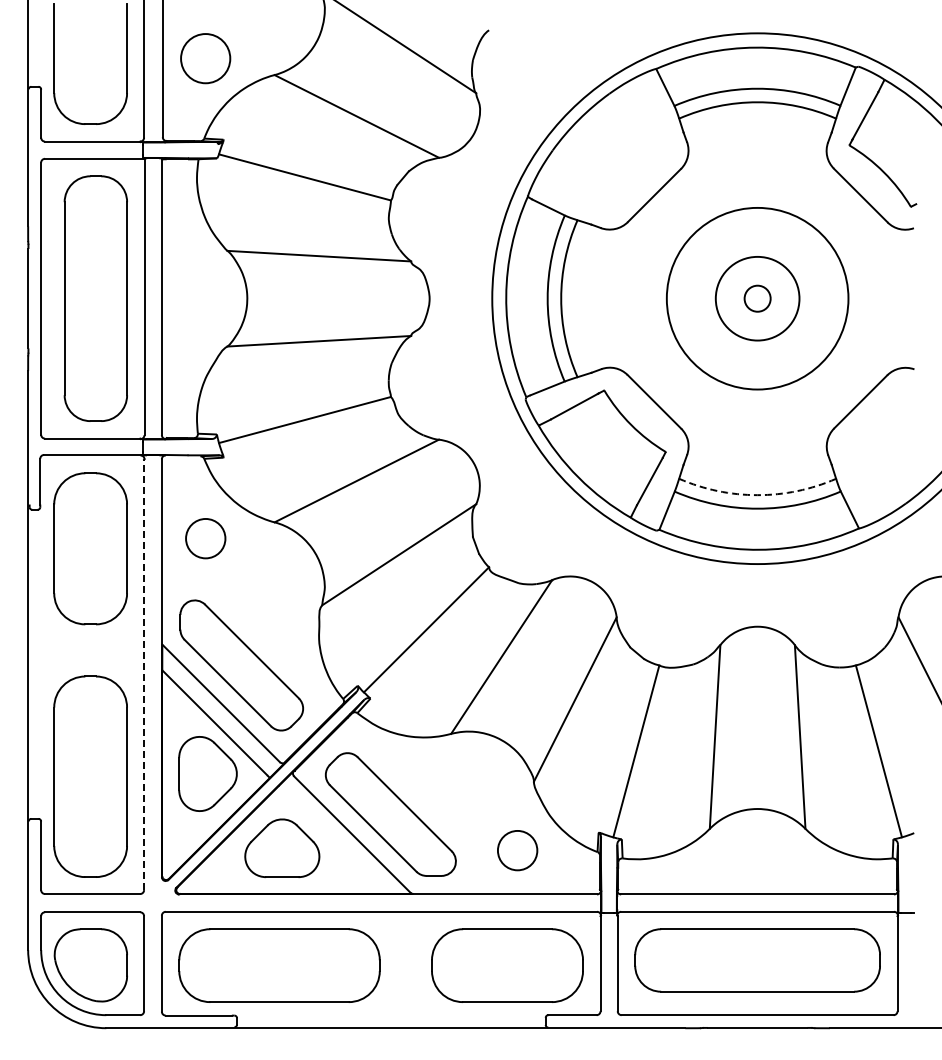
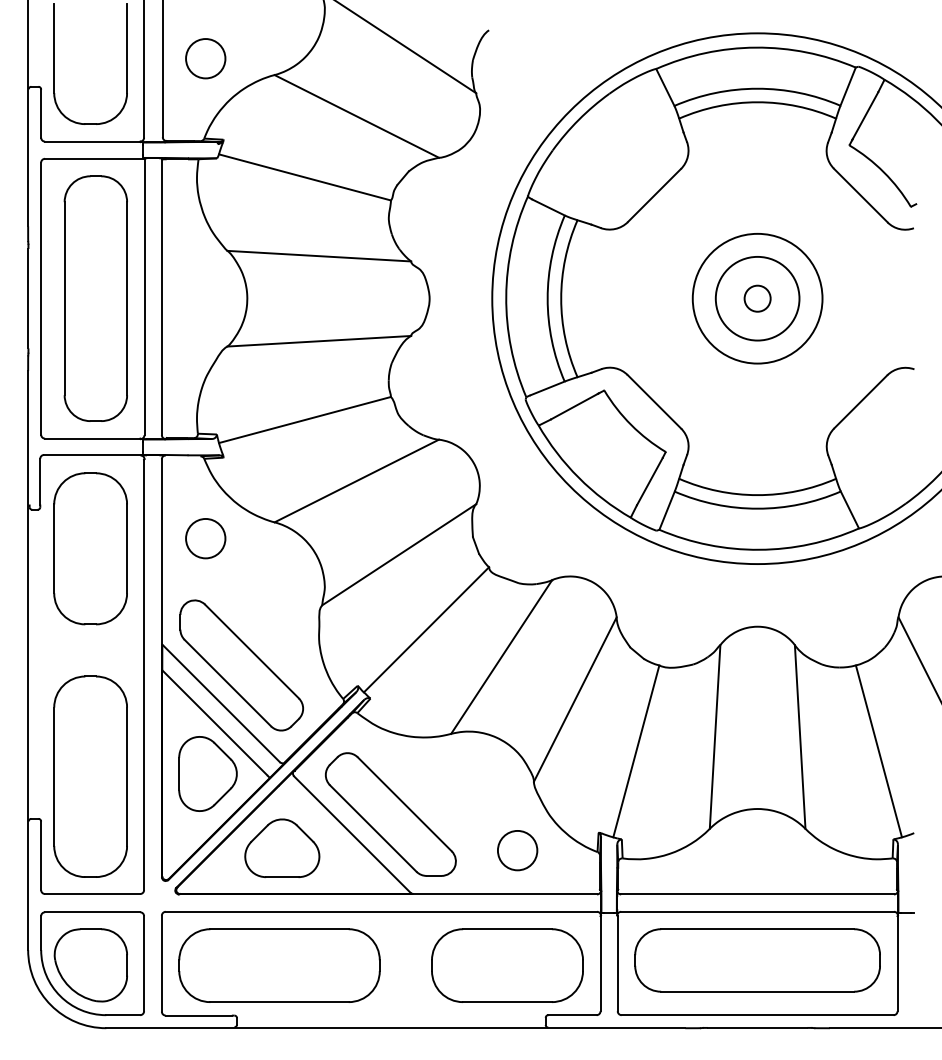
circle at (205, 58) size: 52x52 px -> 42x42 px
circle at (757, 298) diameter: 182 px -> 130 px
arc at (757, 495): dashed -> solid
line at (144, 674): dashed -> solid
